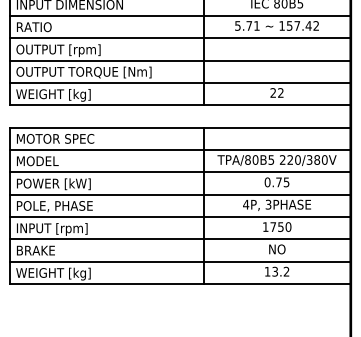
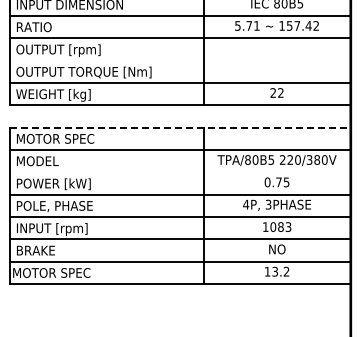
line at (179, 60): present -> none
line at (180, 127): solid -> dashed
line at (179, 172): present -> none
text at (280, 226): 1750 -> 1083
text at (51, 273): WEIGHT [kg] -> MOTOR SPEC
